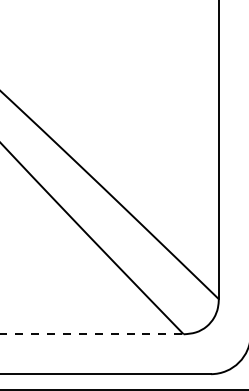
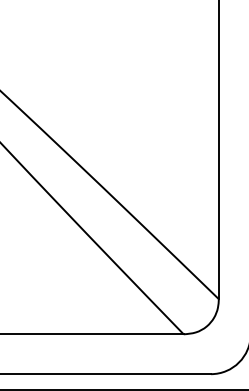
line at (92, 334): dashed -> solid
